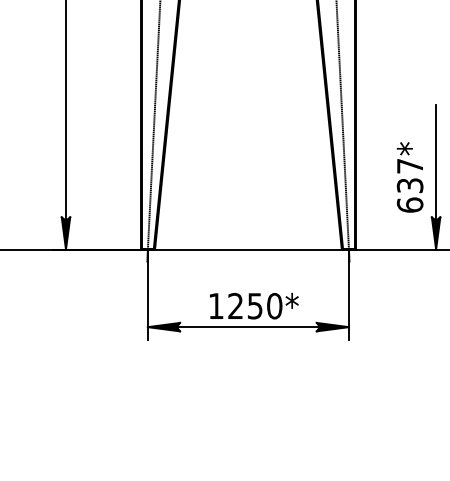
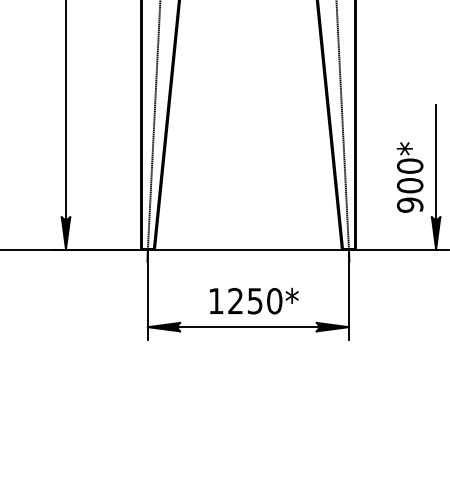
text at (409, 185): 637* -> 900*
text at (254, 305) position: (254, 305) -> (254, 300)
